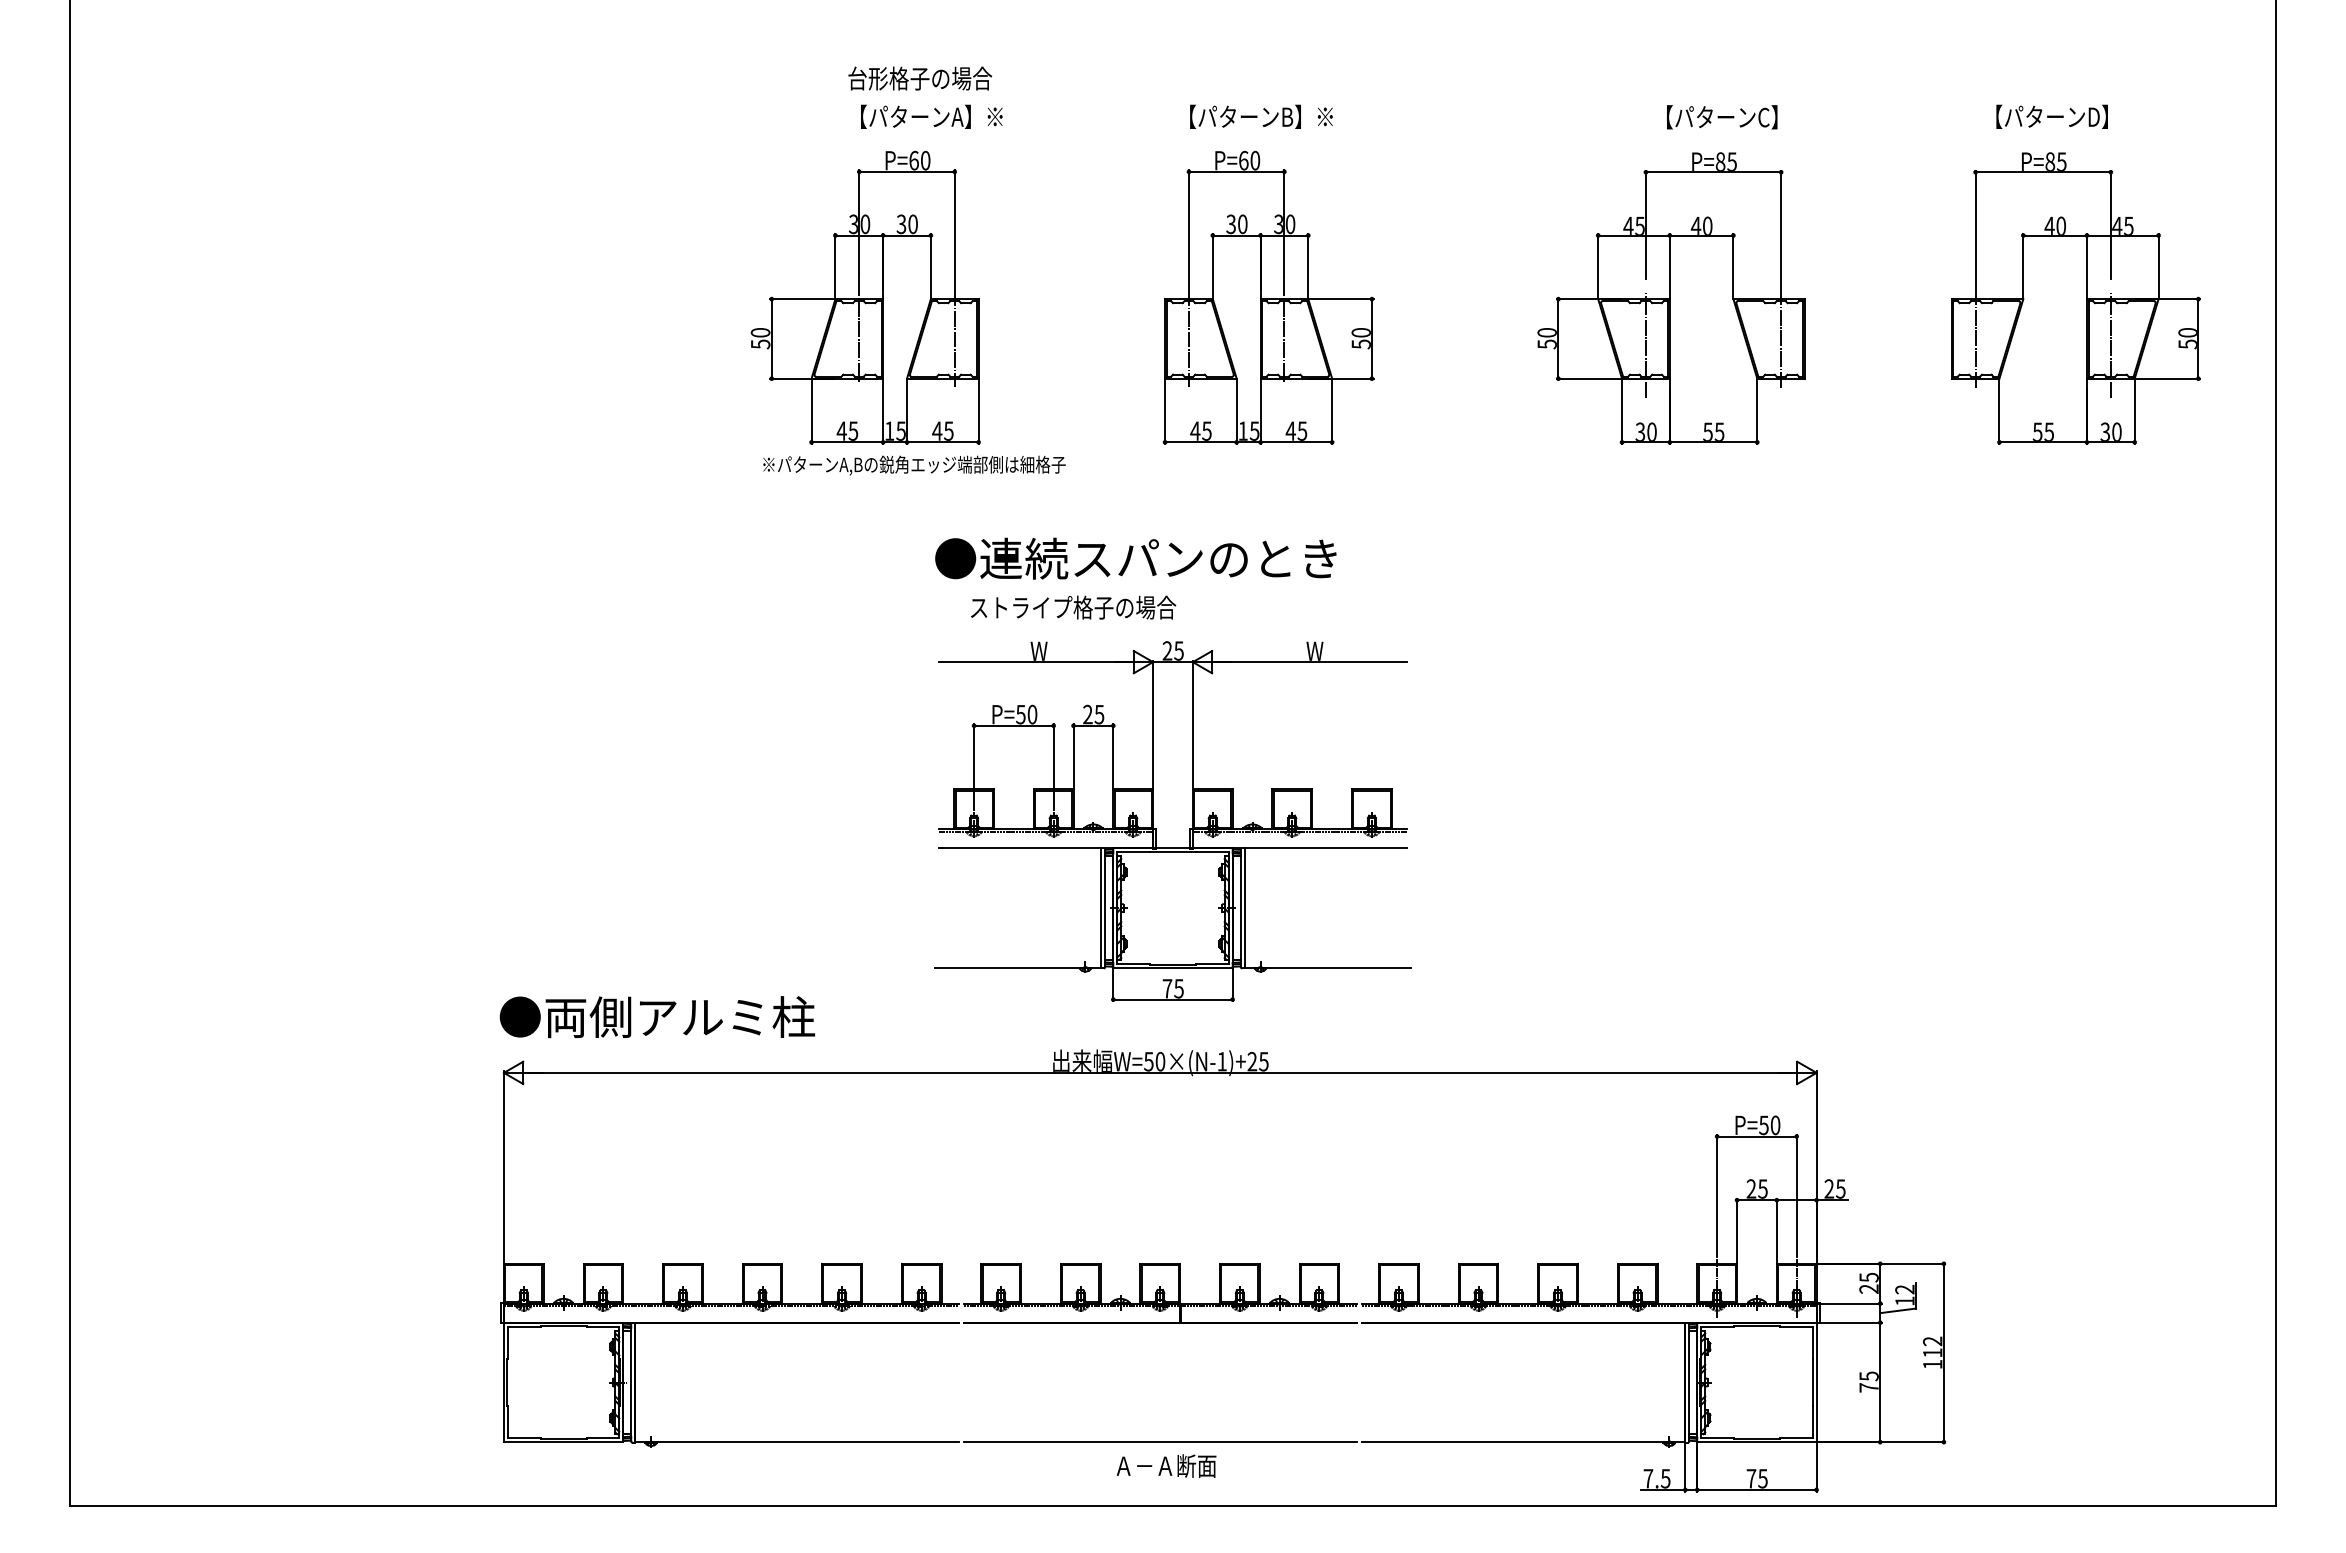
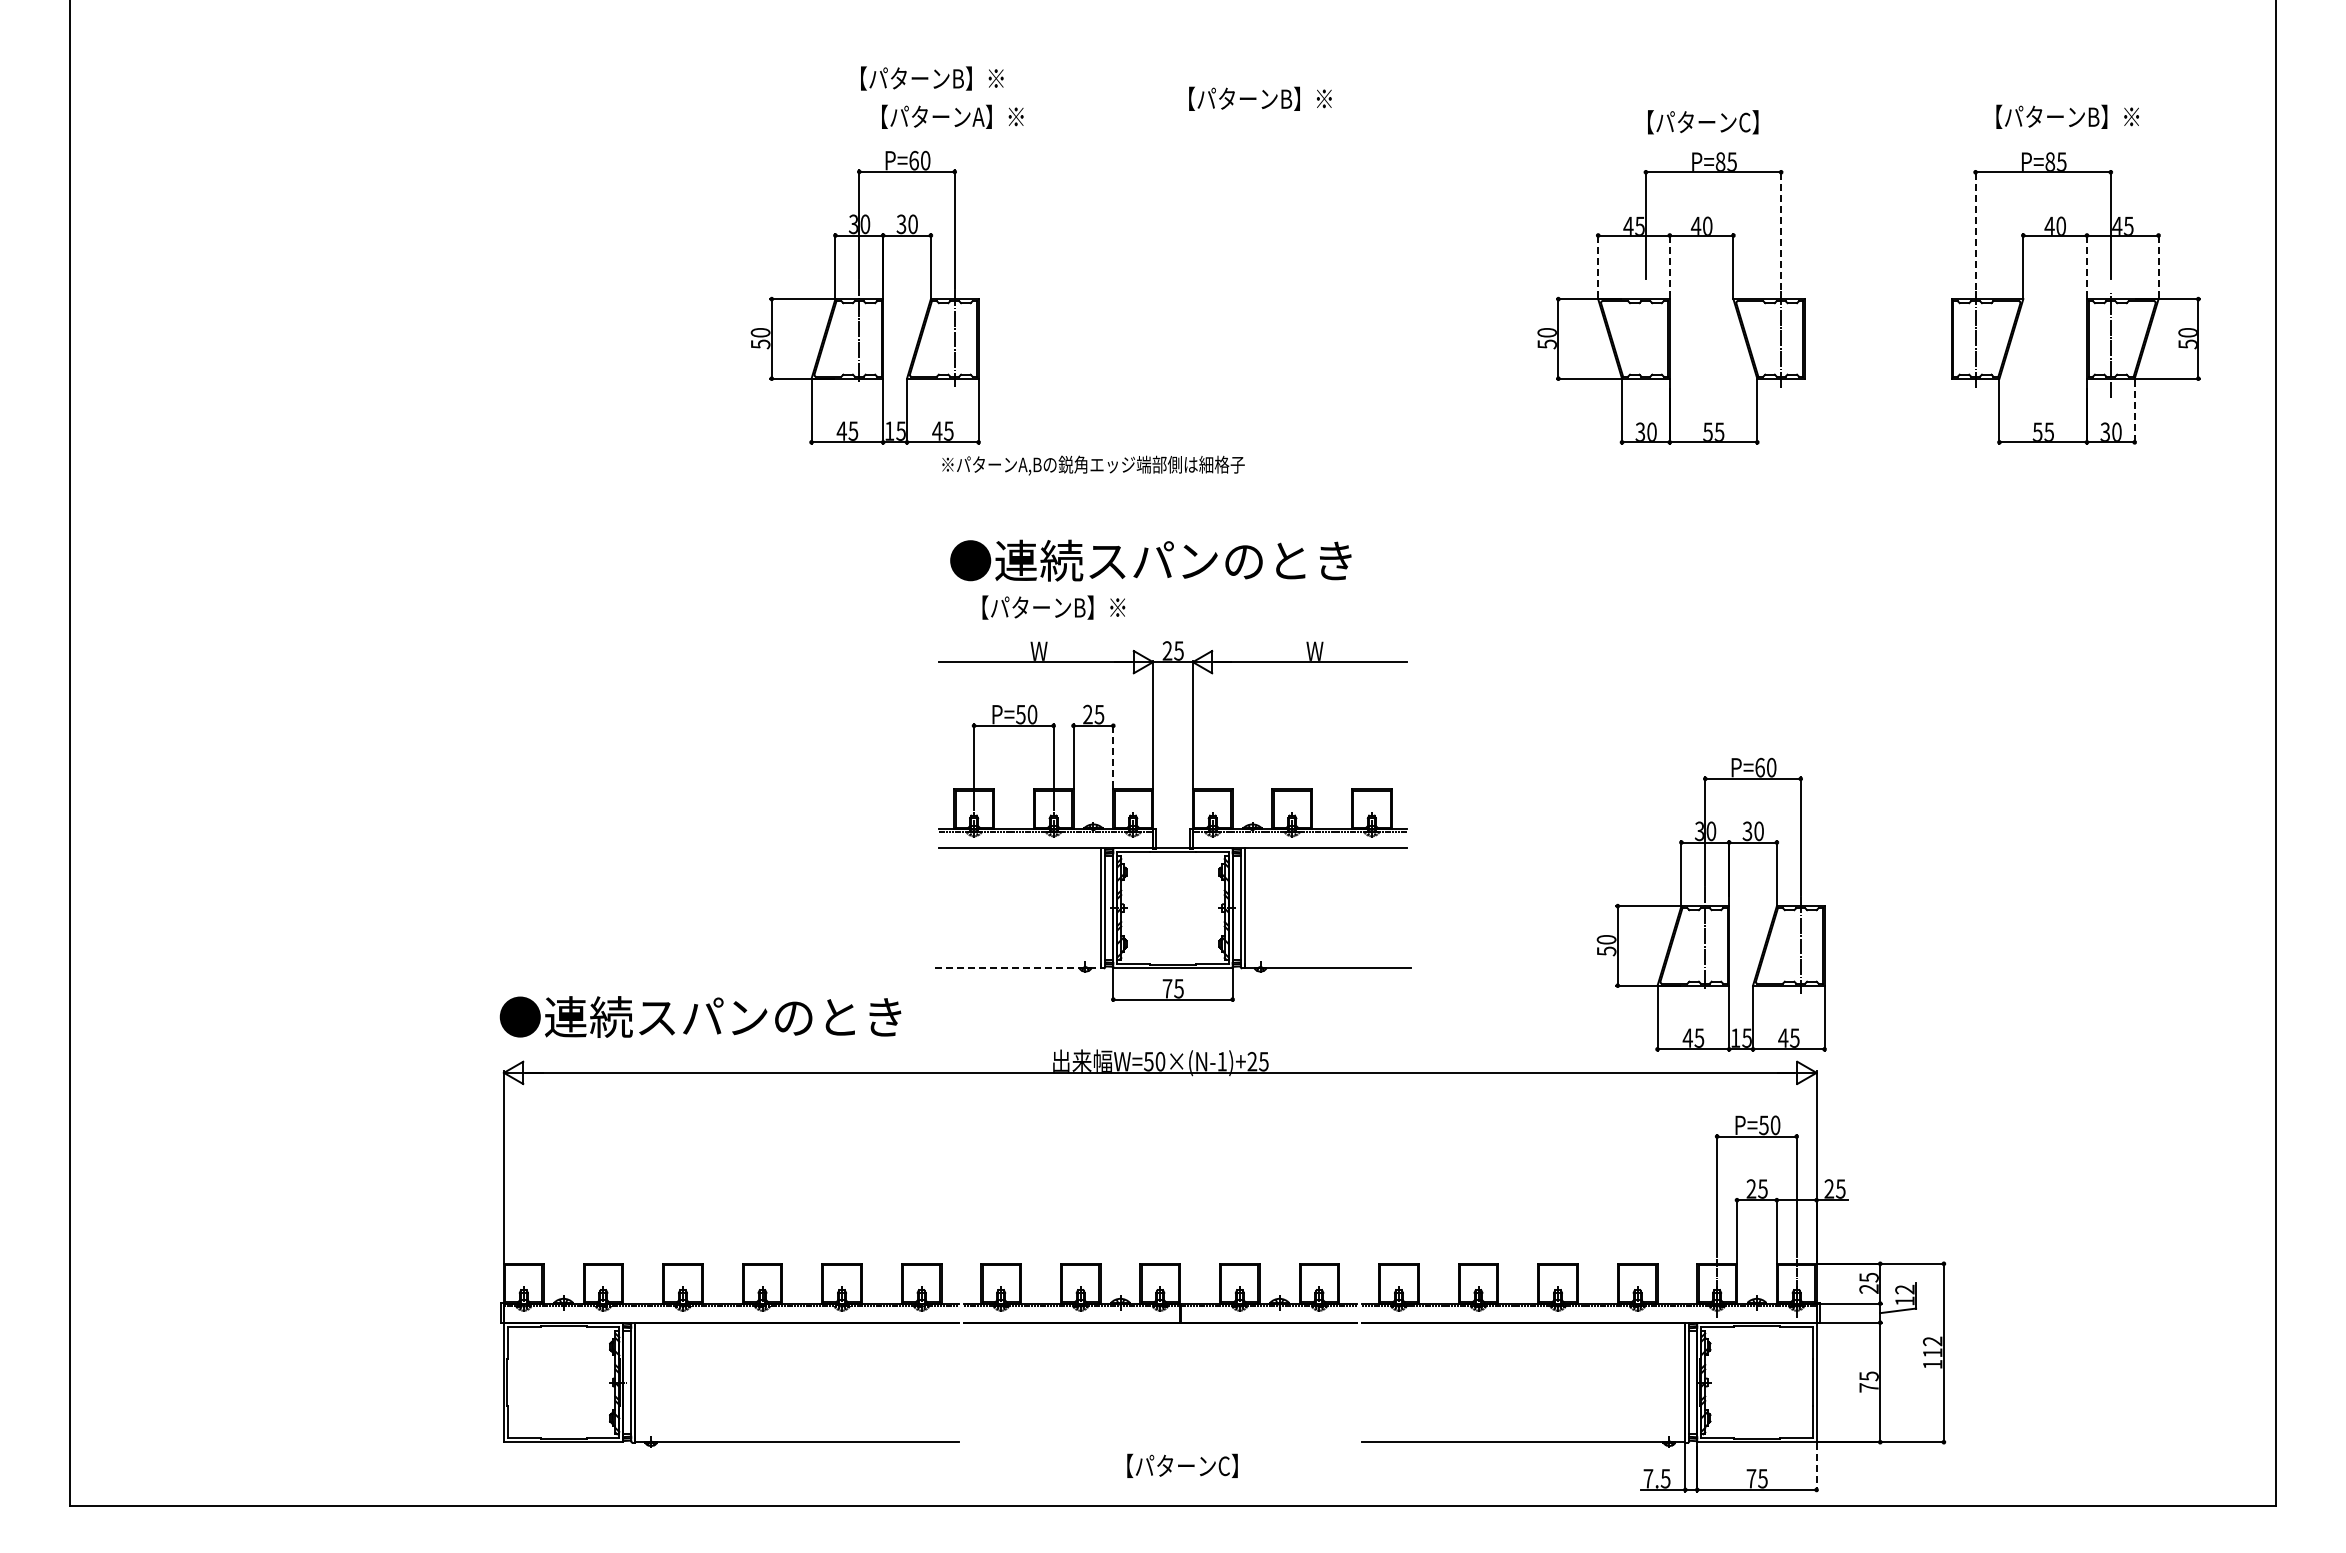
text at (925, 78): 台形格子の場合 -> 【パターンB】※
text at (931, 116) position: (931, 116) -> (952, 116)
text at (1261, 116) position: (1261, 116) -> (1260, 98)
text at (2114, 116): 【パターンD】 -> 【パターンB】※
text at (1722, 117) position: (1722, 117) -> (1703, 122)
line at (1781, 230): solid -> dashed
line at (1975, 230): solid -> dashed
line at (1598, 265): solid -> dashed
line at (1669, 265): solid -> dashed
line at (2086, 265): solid -> dashed
line at (2158, 265): solid -> dashed
part at (1268, 297): present -> none
line at (1645, 345): present -> none
line at (2134, 412): solid -> dashed
text at (914, 465) position: (914, 465) -> (1093, 465)
text at (1135, 558) position: (1135, 558) -> (1150, 560)
text at (1073, 607): ストライプ格子の場合 -> 【パターンB】※
line at (1113, 755): solid -> dashed
part at (1711, 904): none -> present
line at (1018, 967): solid -> dashed
text at (723, 1017): ●両側アルミ柱 -> ●連続スパンのとき
line at (1159, 1442): present -> none
text at (1176, 1465): Ａ－Ａ断面 -> 【パターンC】
line at (1816, 1467): solid -> dashed
